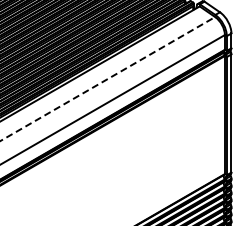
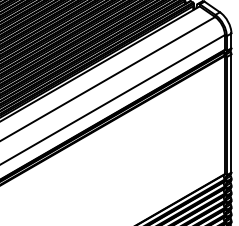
line at (107, 78): dashed -> solid
